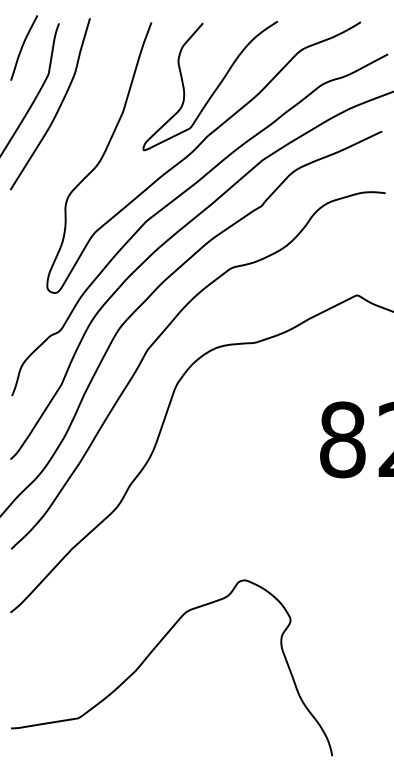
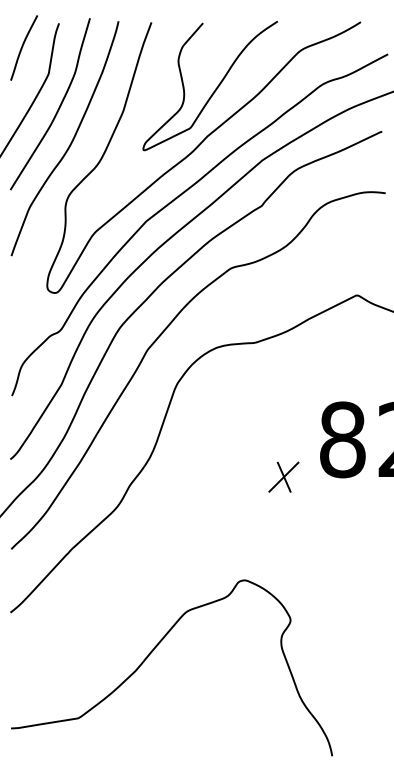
curve at (70, 142): none -> present
part at (283, 476): none -> present
